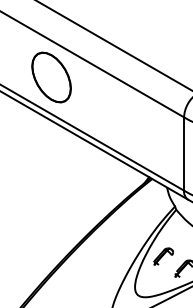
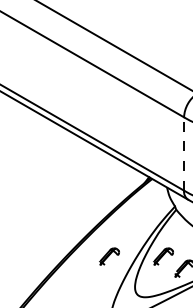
part at (51, 77): present -> none
line at (184, 154): solid -> dashed
part at (109, 256): none -> present
